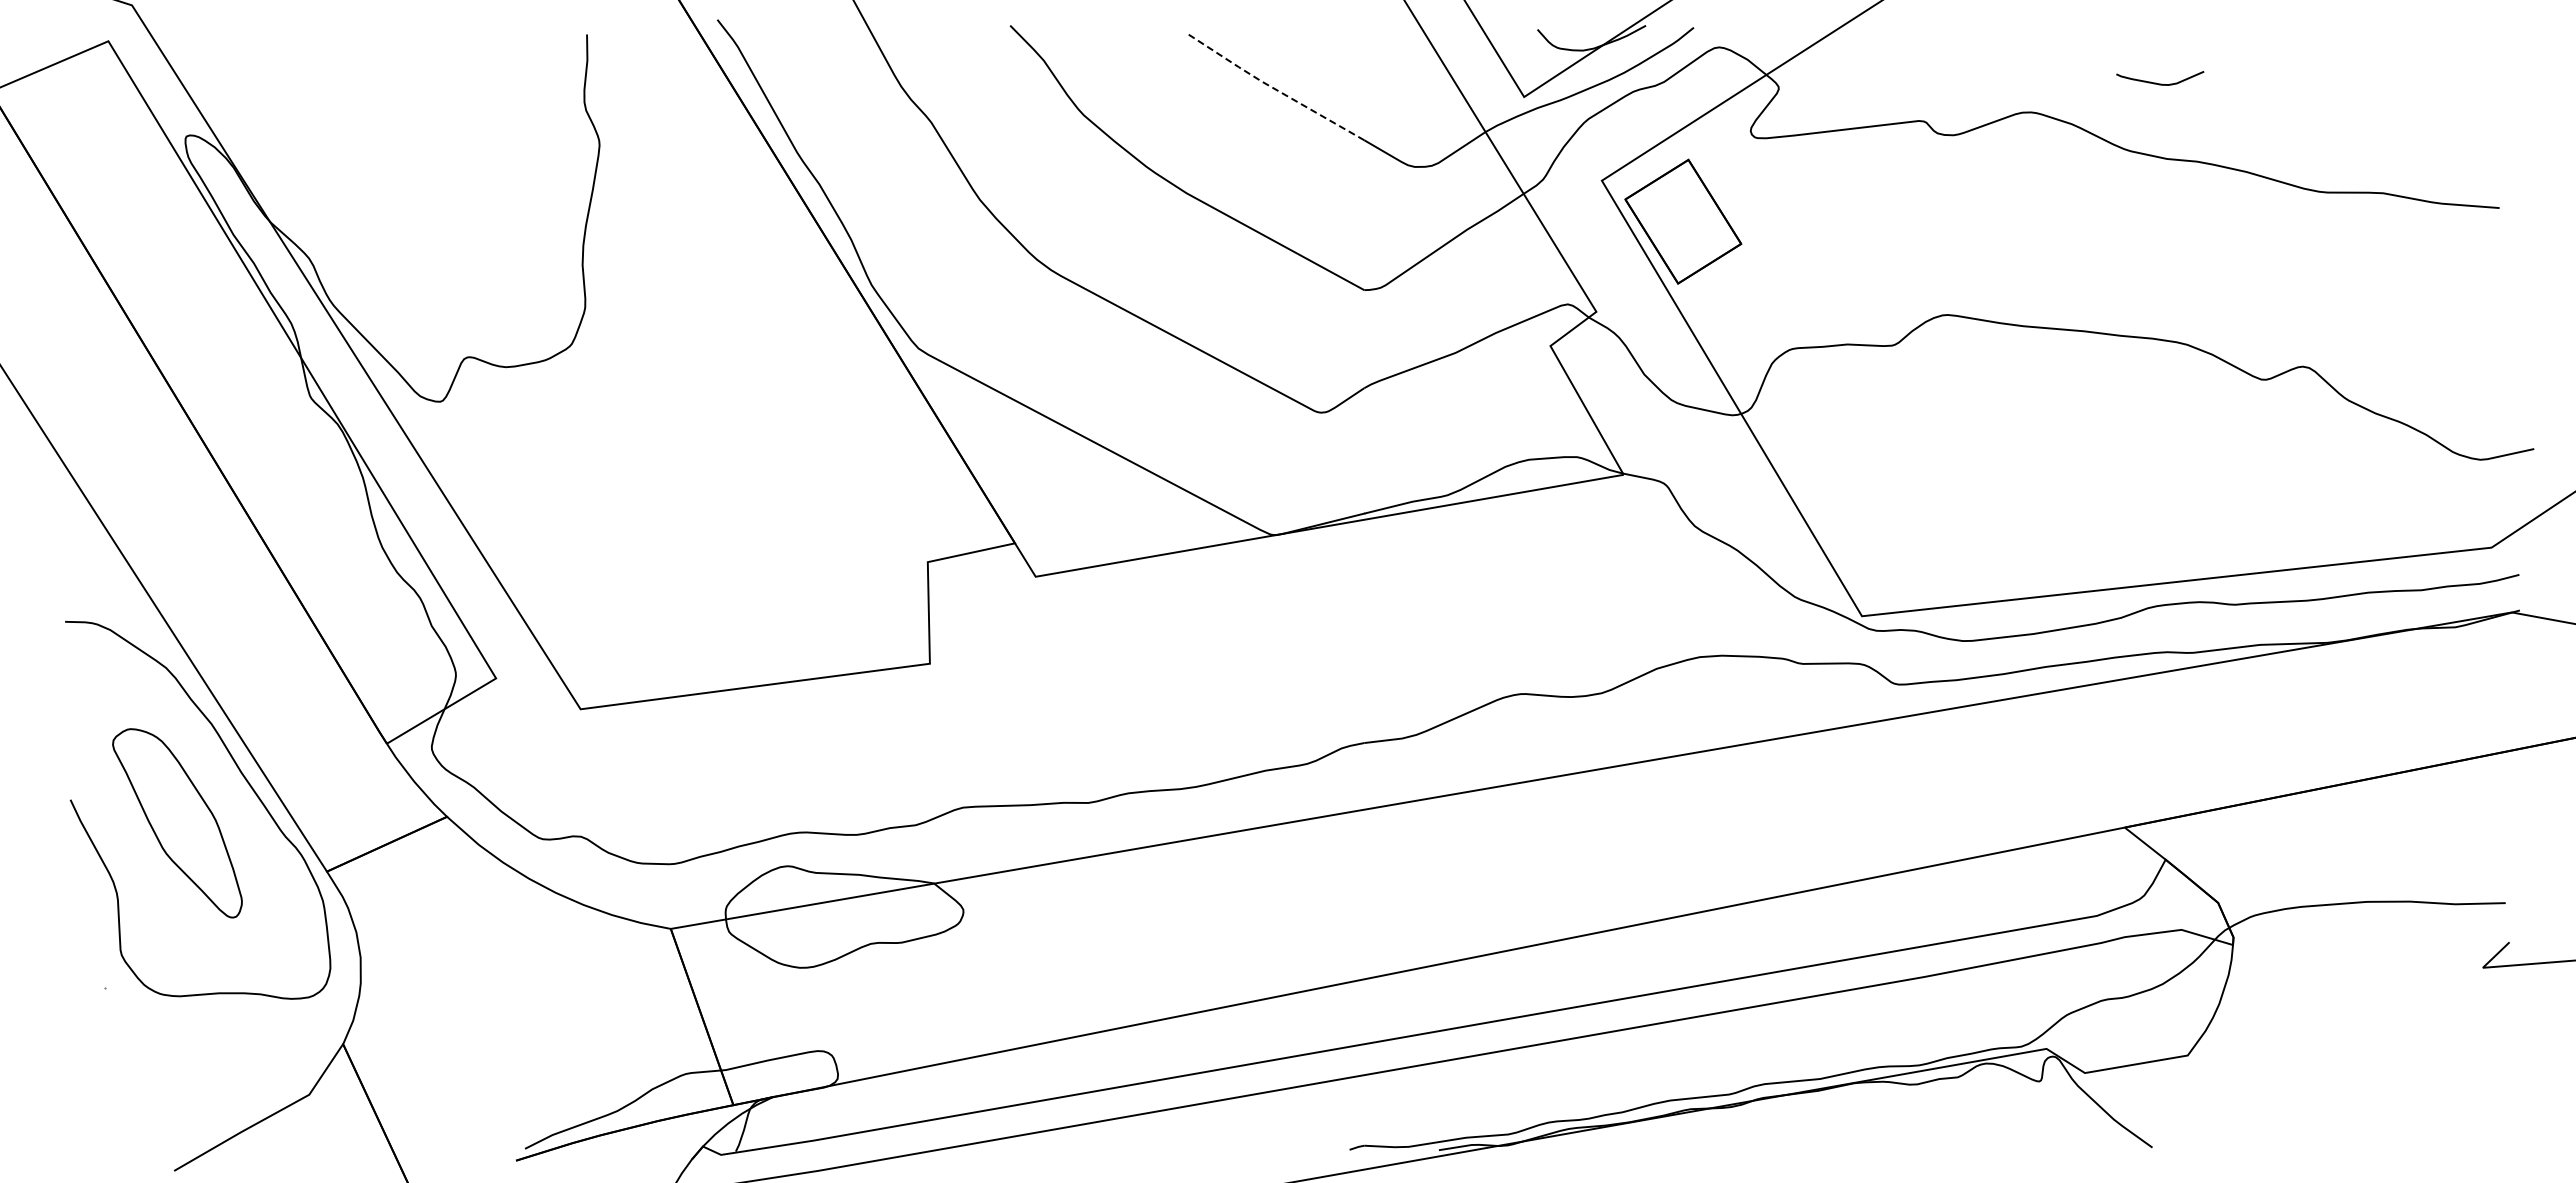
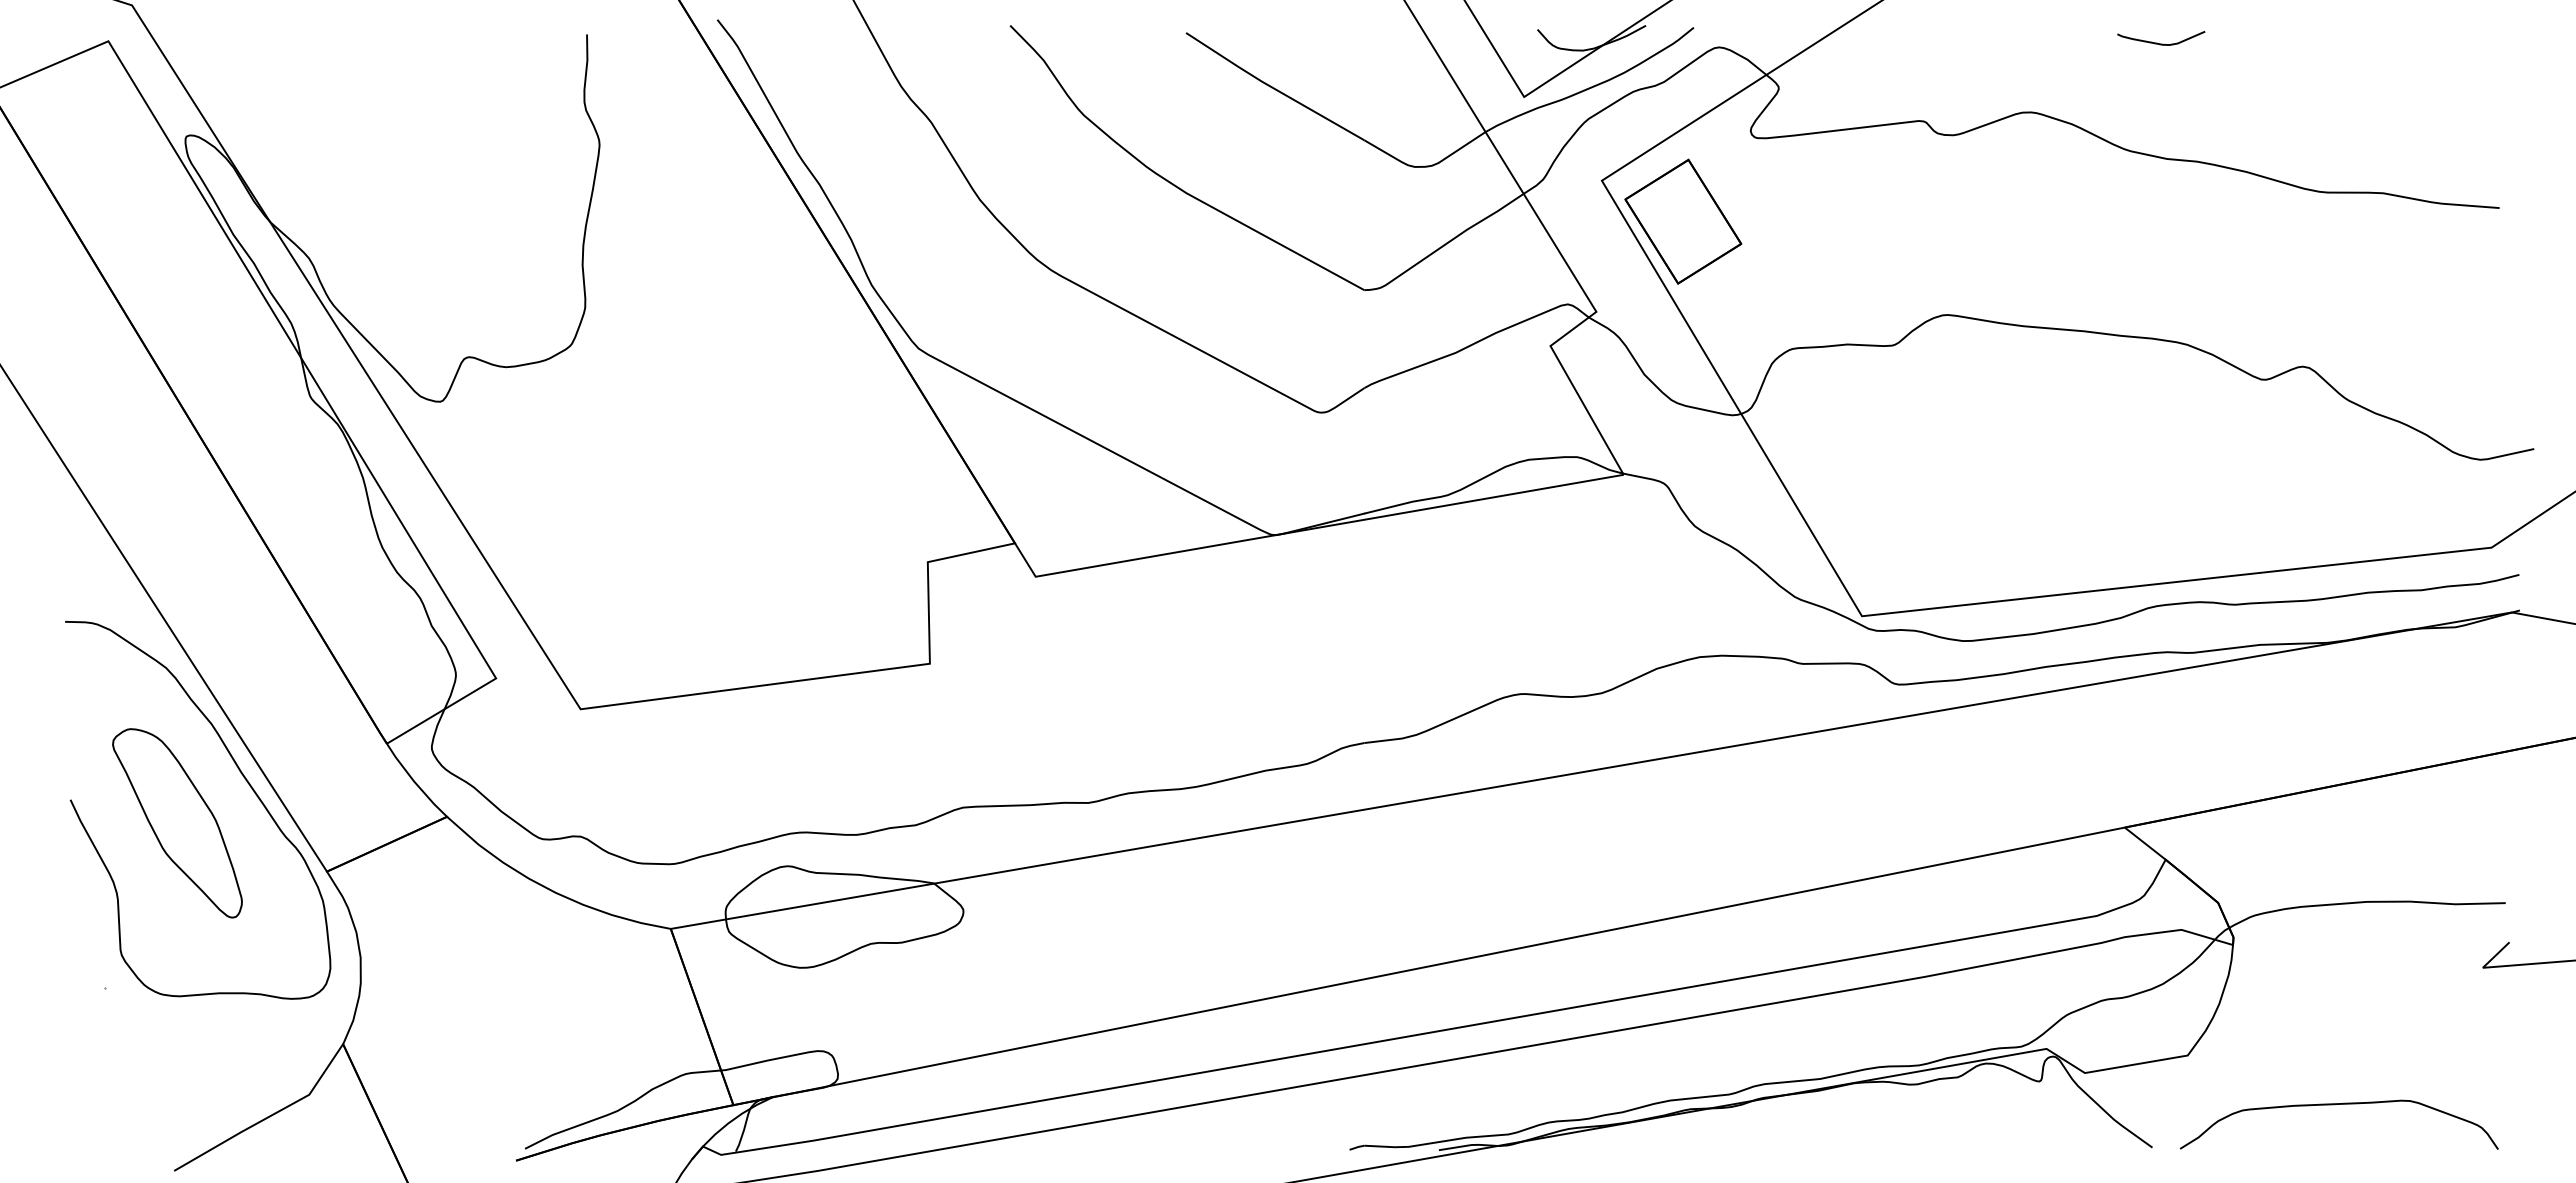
curve at (2160, 83) position: (2160, 83) -> (2161, 43)
line at (1272, 87): dashed -> solid
curve at (2334, 1105): none -> present
